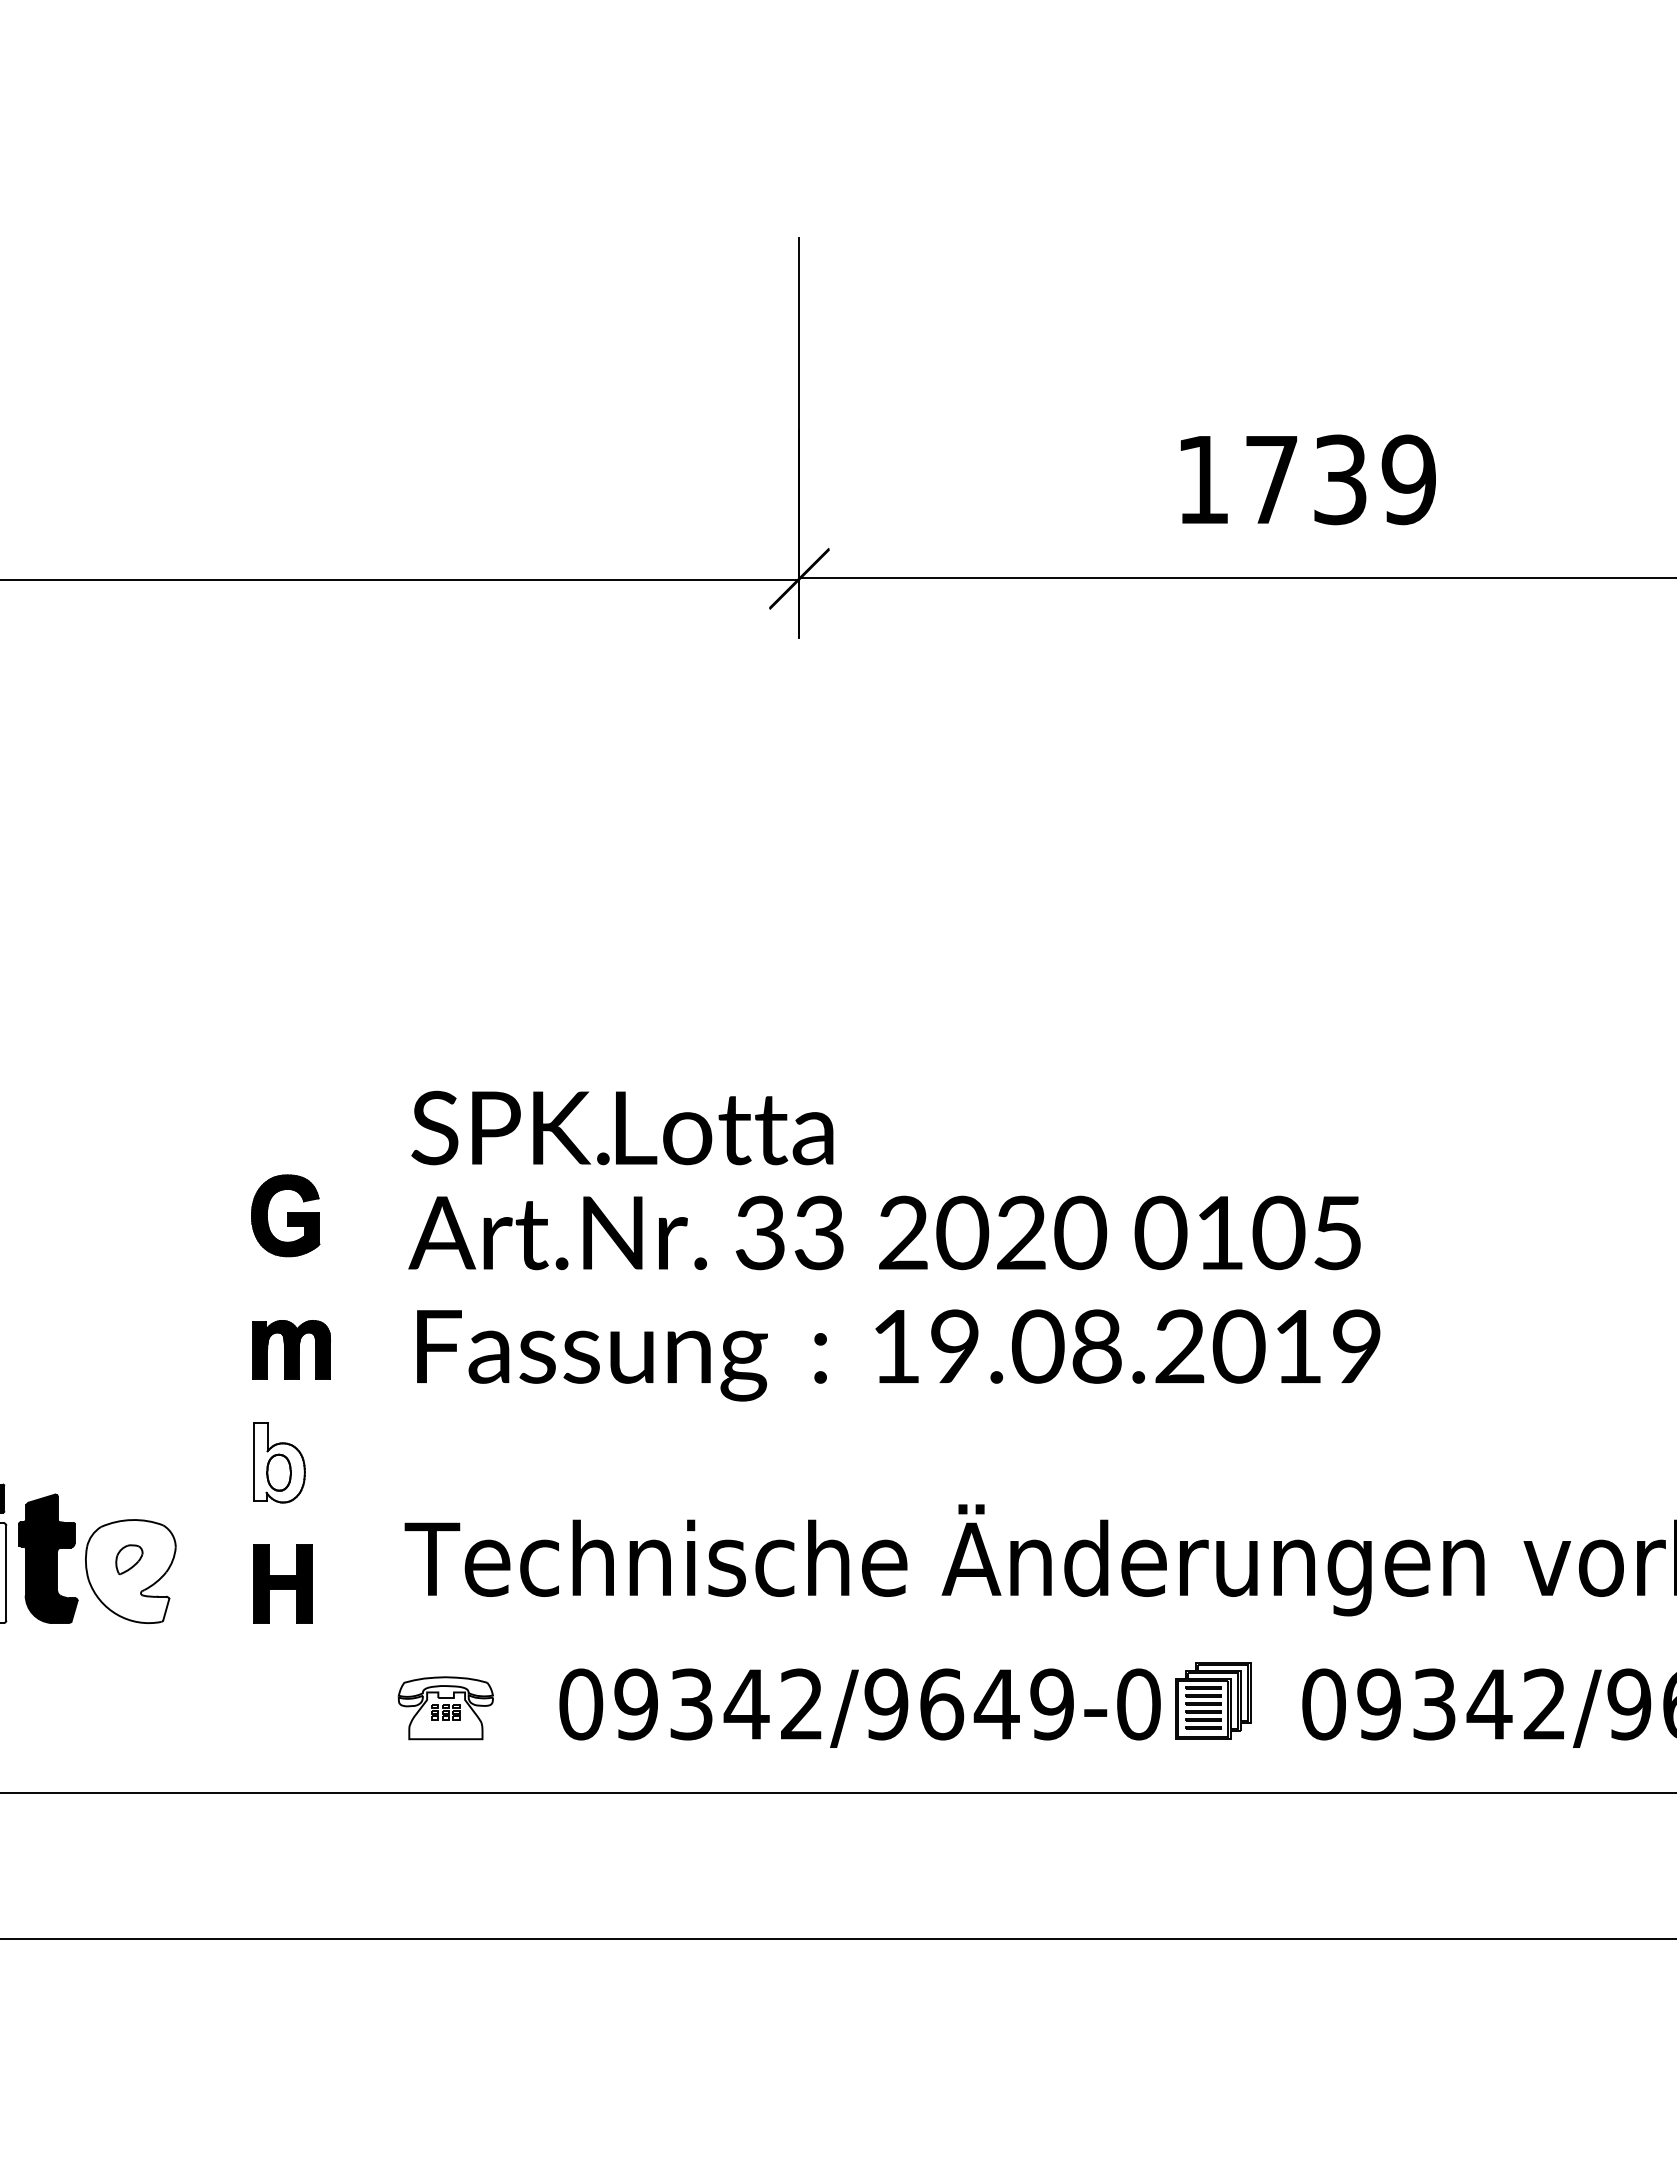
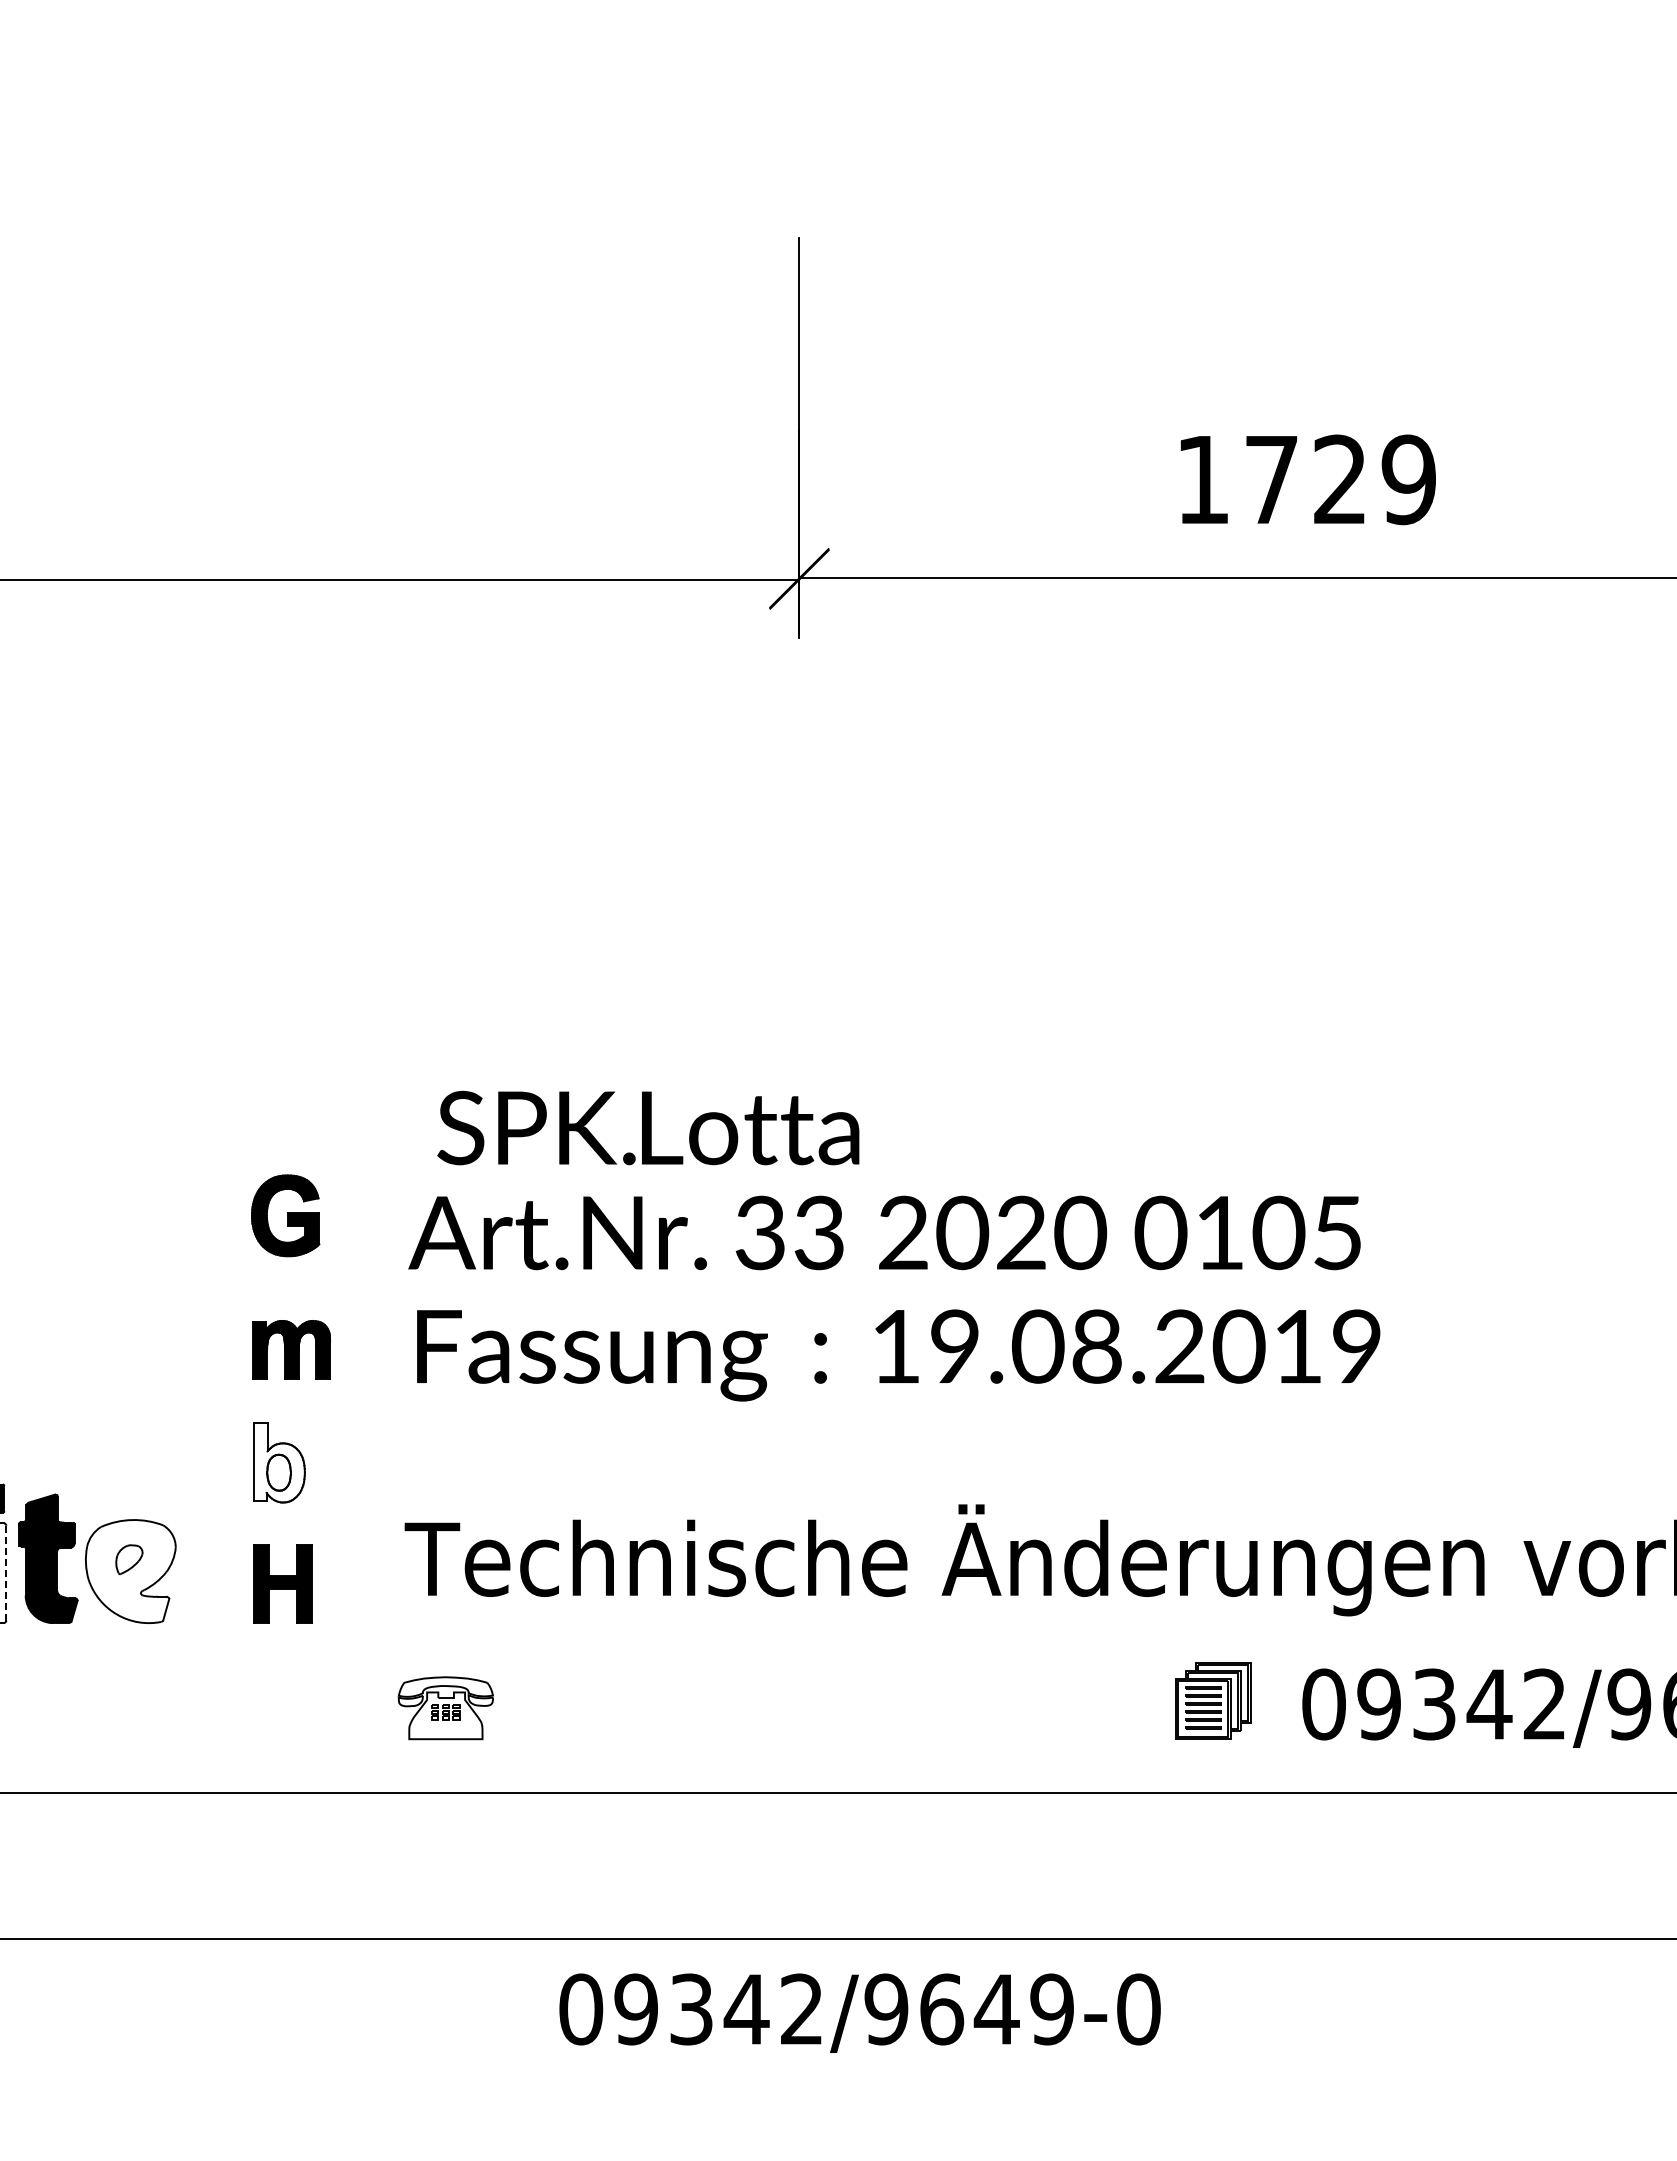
text at (1340, 479): 1739 -> 1729
text at (622, 1127) position: (622, 1127) -> (648, 1127)
line at (6, 1572): solid -> dashed
text at (859, 1707) position: (859, 1707) -> (859, 2012)
